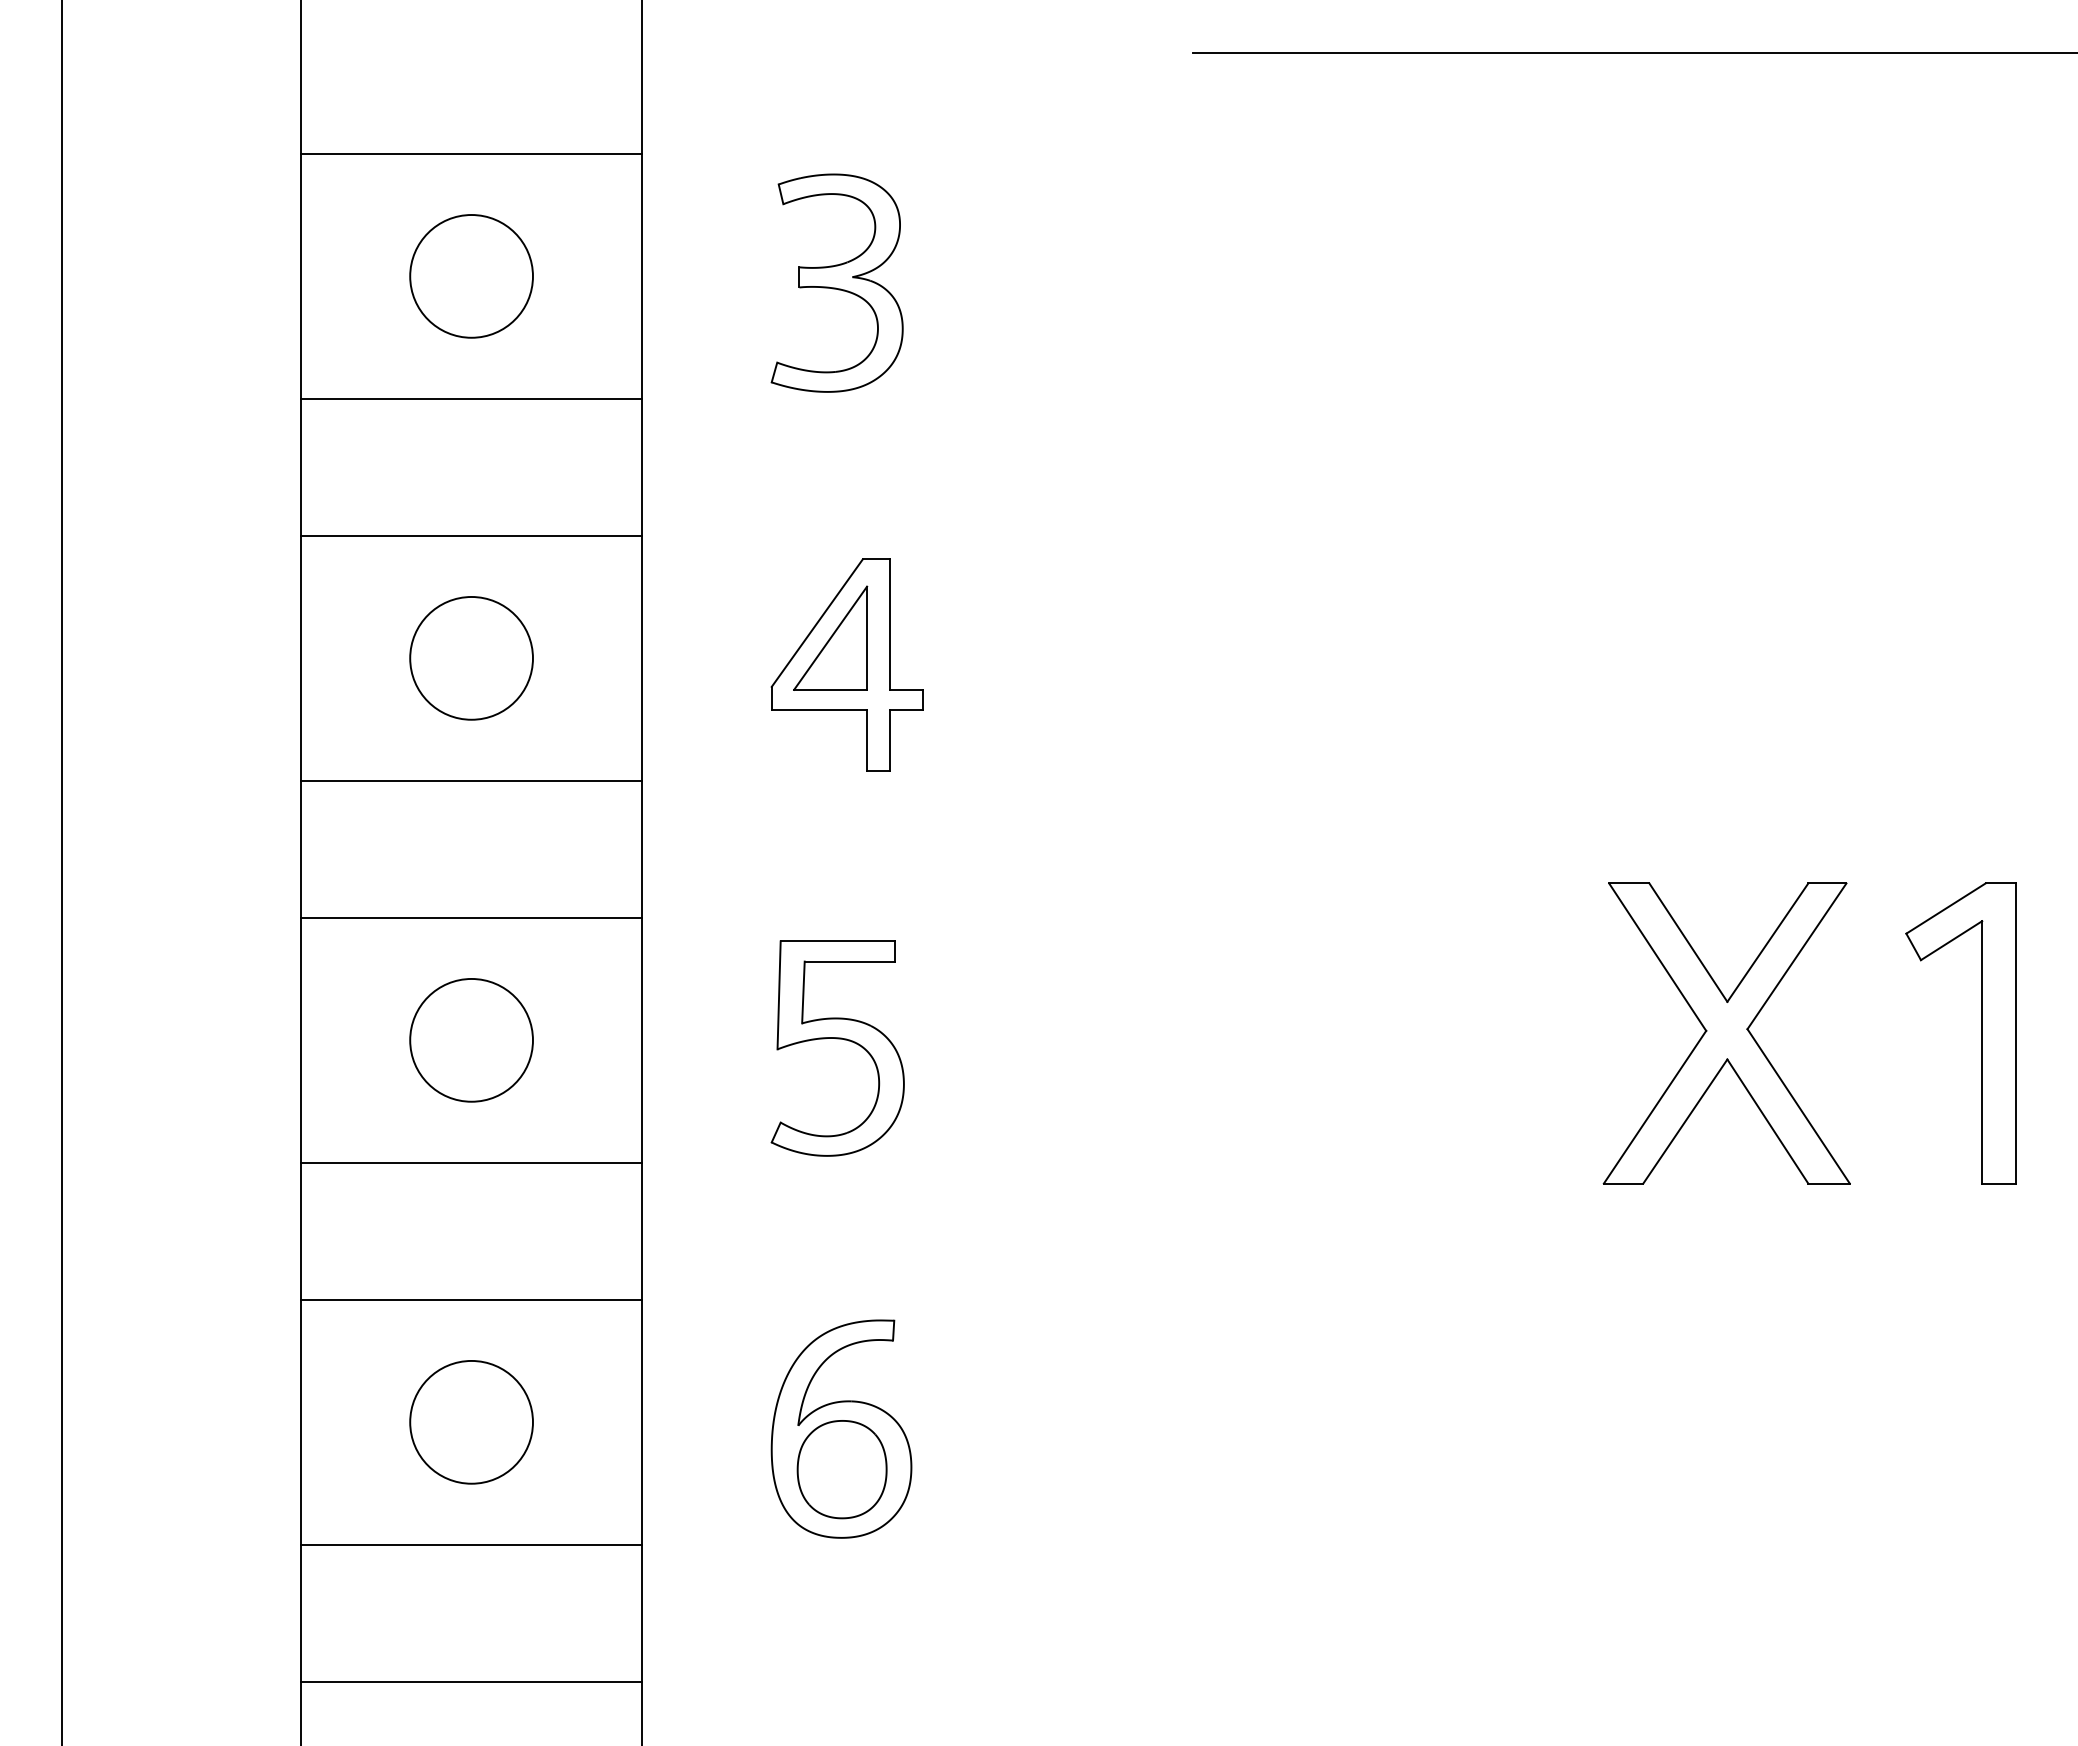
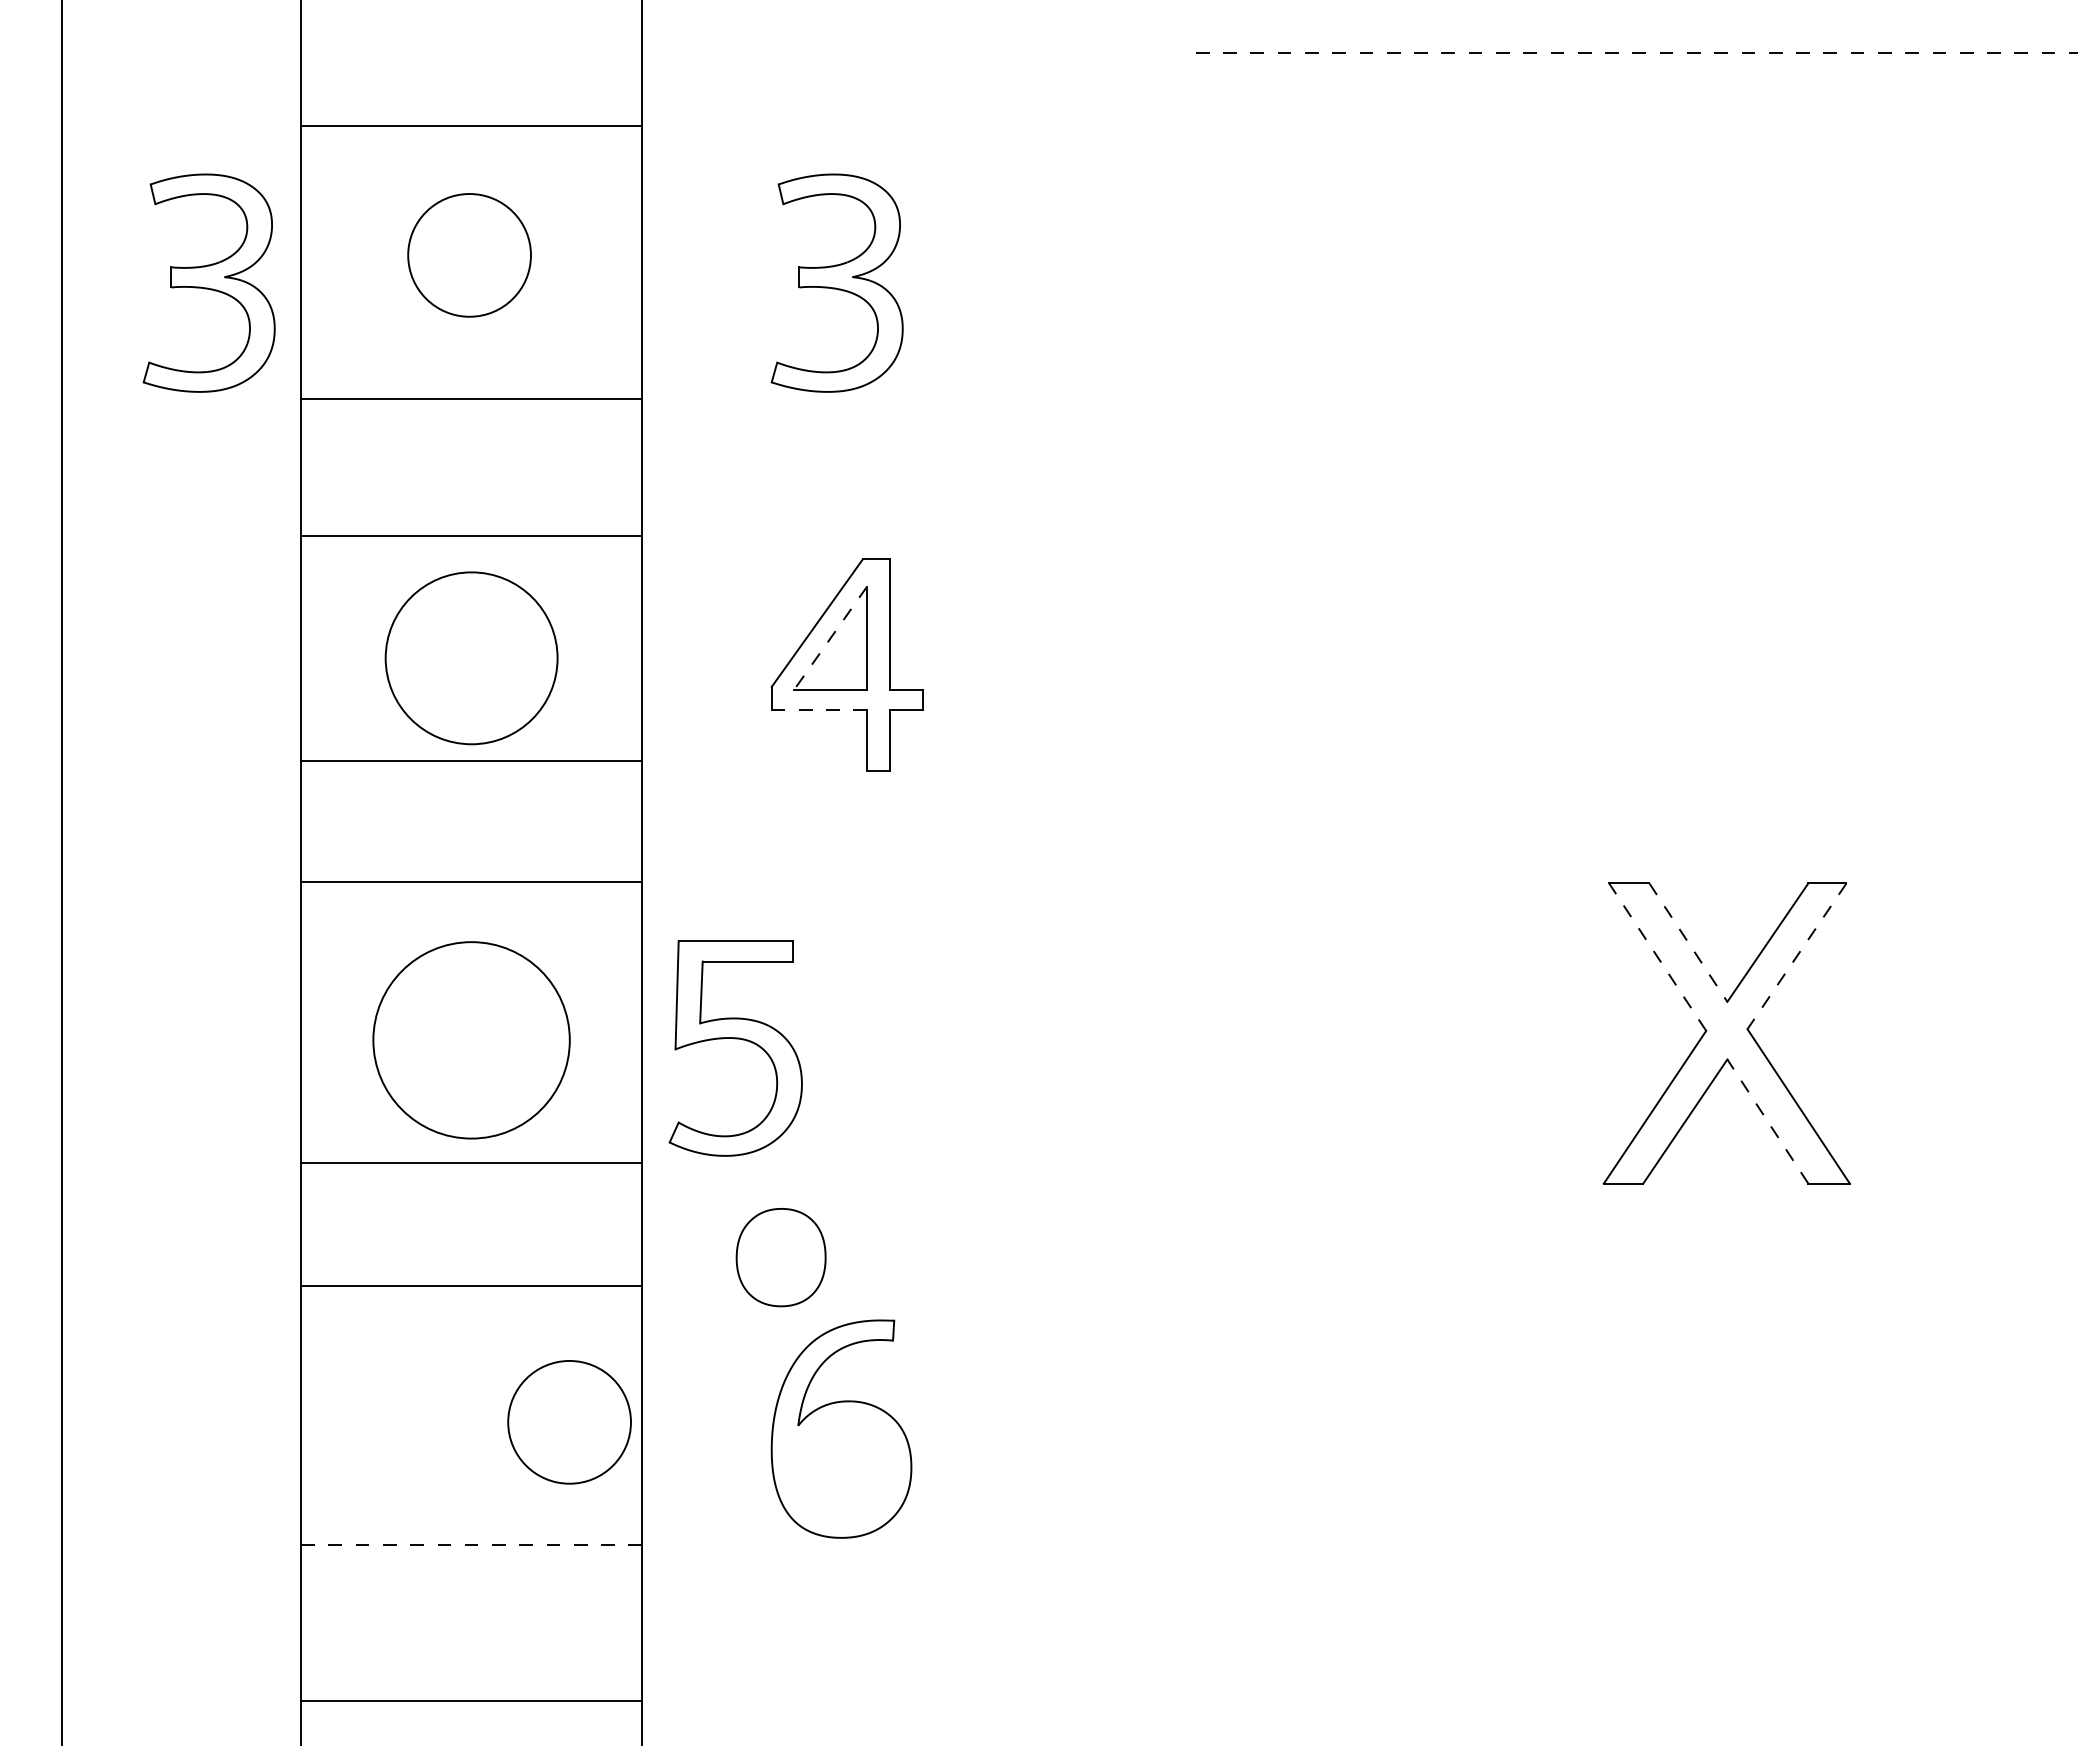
line at (1635, 52): solid -> dashed
line at (471, 153) position: (471, 153) -> (471, 125)
circle at (471, 276) position: (471, 276) -> (469, 255)
part at (208, 282): none -> present
line at (830, 638): solid -> dashed
circle at (471, 658) size: 125x125 px -> 175x175 px
line at (819, 710): solid -> dashed
line at (471, 781) position: (471, 781) -> (471, 761)
line at (471, 917) position: (471, 917) -> (471, 881)
line at (1688, 942): solid -> dashed
line at (1657, 956): solid -> dashed
line at (1796, 956): solid -> dashed
part at (1981, 1033): present -> none
circle at (471, 1039) diameter: 123 px -> 196 px
part at (837, 1039) position: (837, 1039) -> (735, 1039)
line at (1767, 1121): solid -> dashed
line at (471, 1299) position: (471, 1299) -> (471, 1285)
circle at (471, 1422) position: (471, 1422) -> (569, 1422)
part at (841, 1469) position: (841, 1469) -> (780, 1257)
line at (471, 1545): solid -> dashed
line at (471, 1681) position: (471, 1681) -> (471, 1700)
